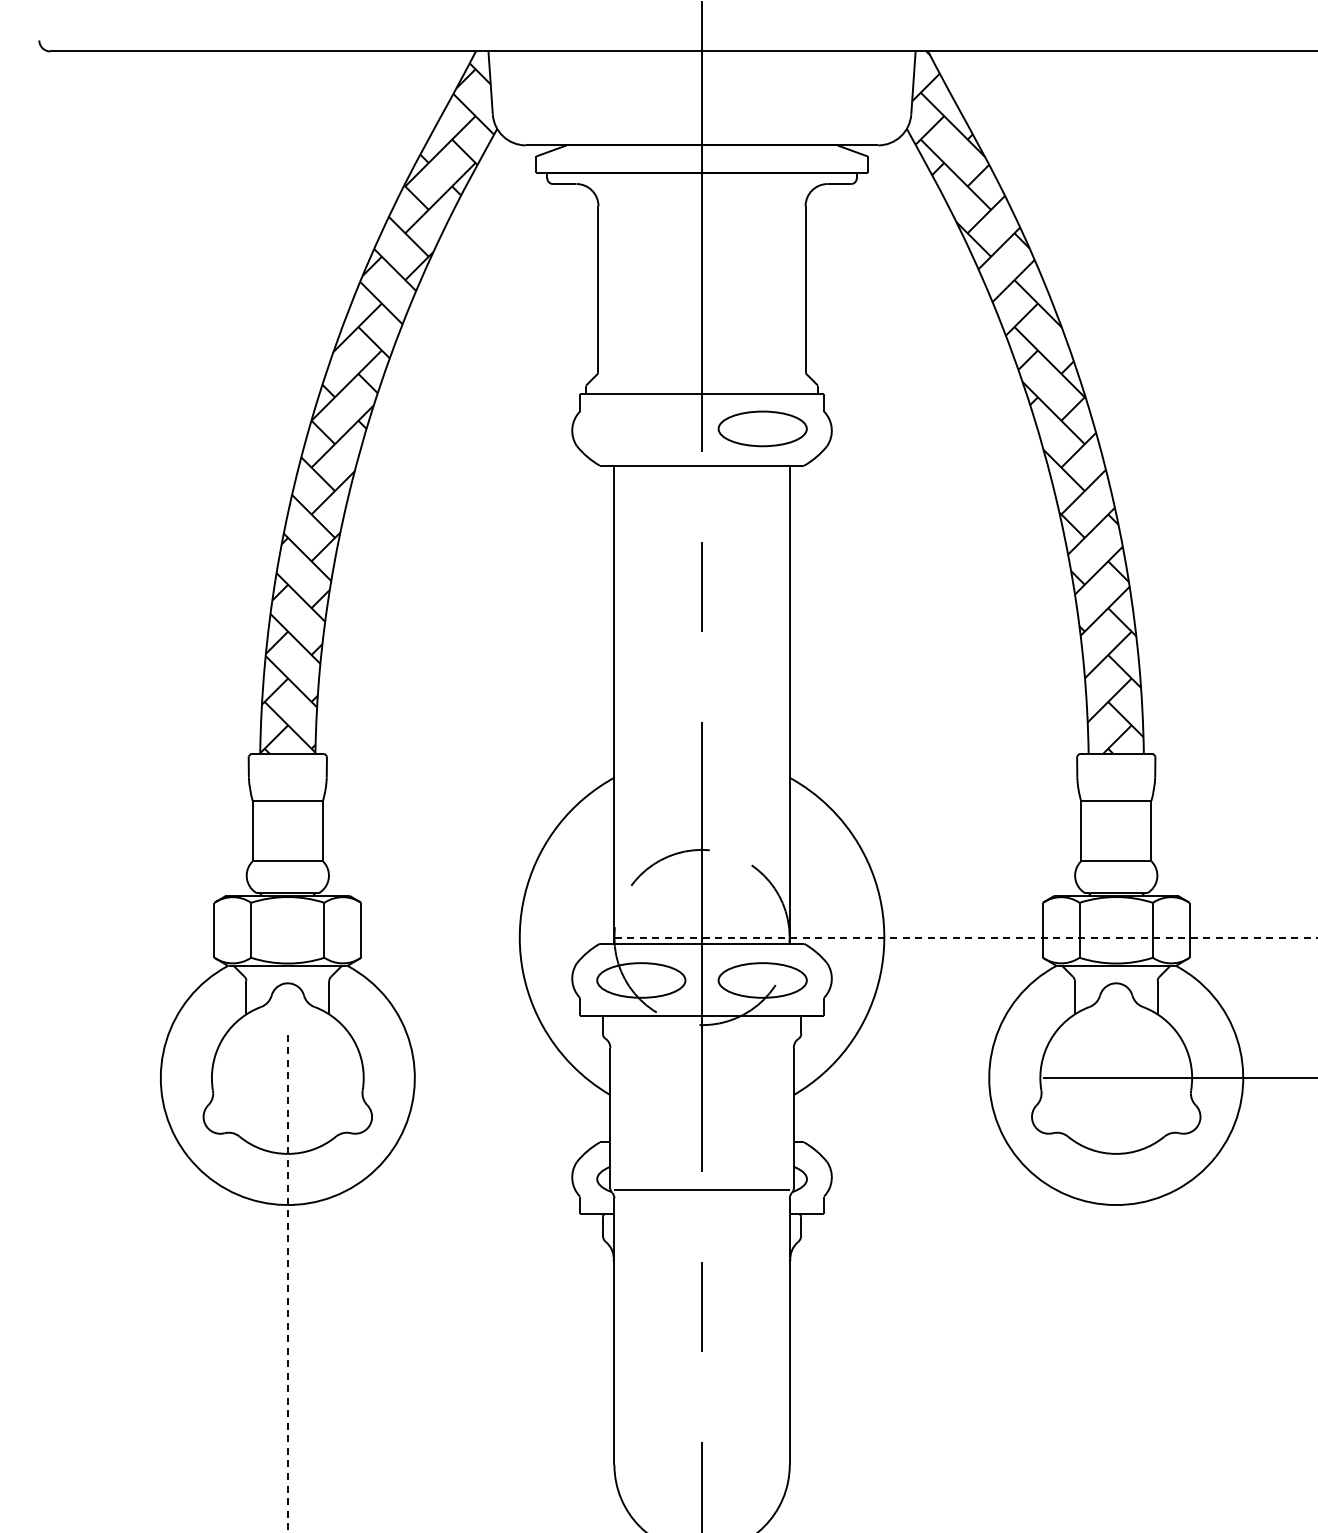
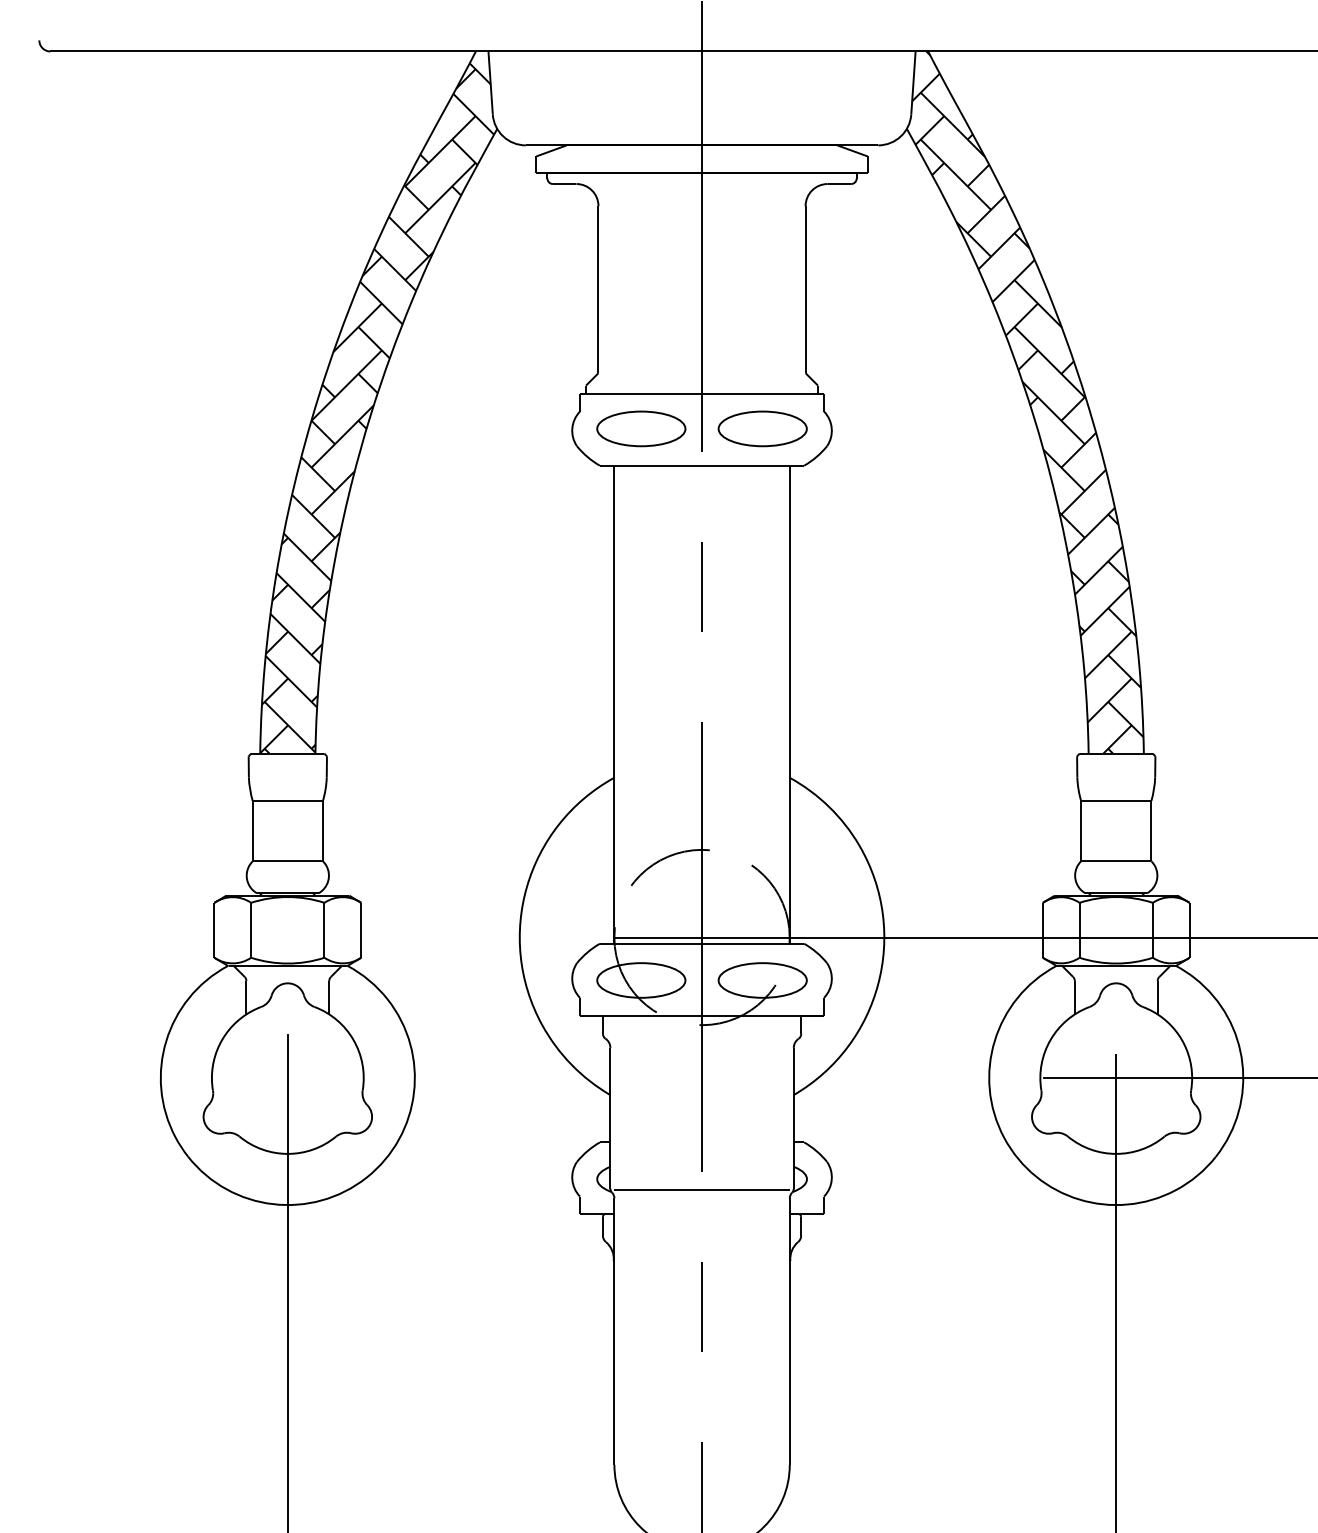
part at (641, 428): none -> present
line at (966, 937): dashed -> solid
line at (287, 1283): dashed -> solid
line at (1116, 1292): none -> present
